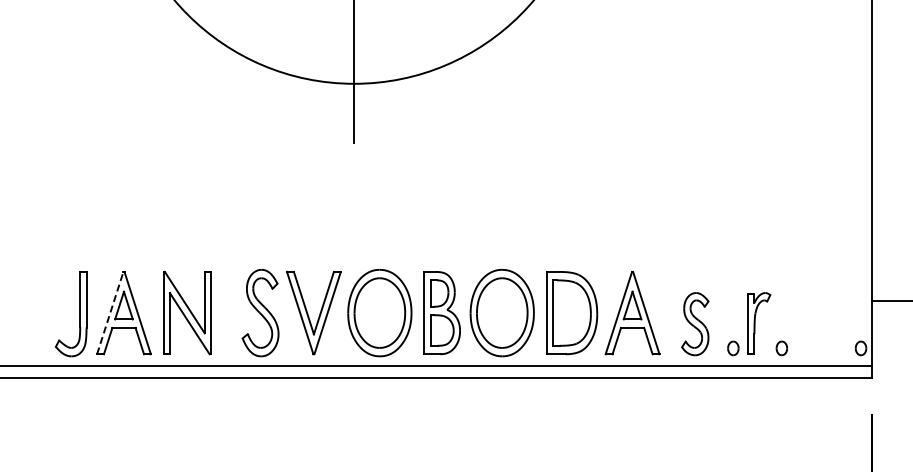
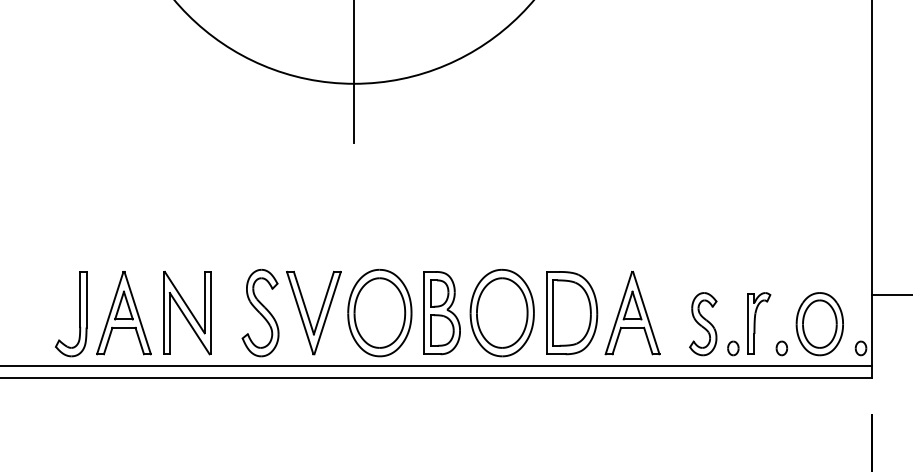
line at (890, 301) position: (890, 301) -> (890, 295)
line at (110, 312): dashed -> solid
part at (695, 324) position: (695, 324) -> (703, 324)
part at (819, 324): none -> present
